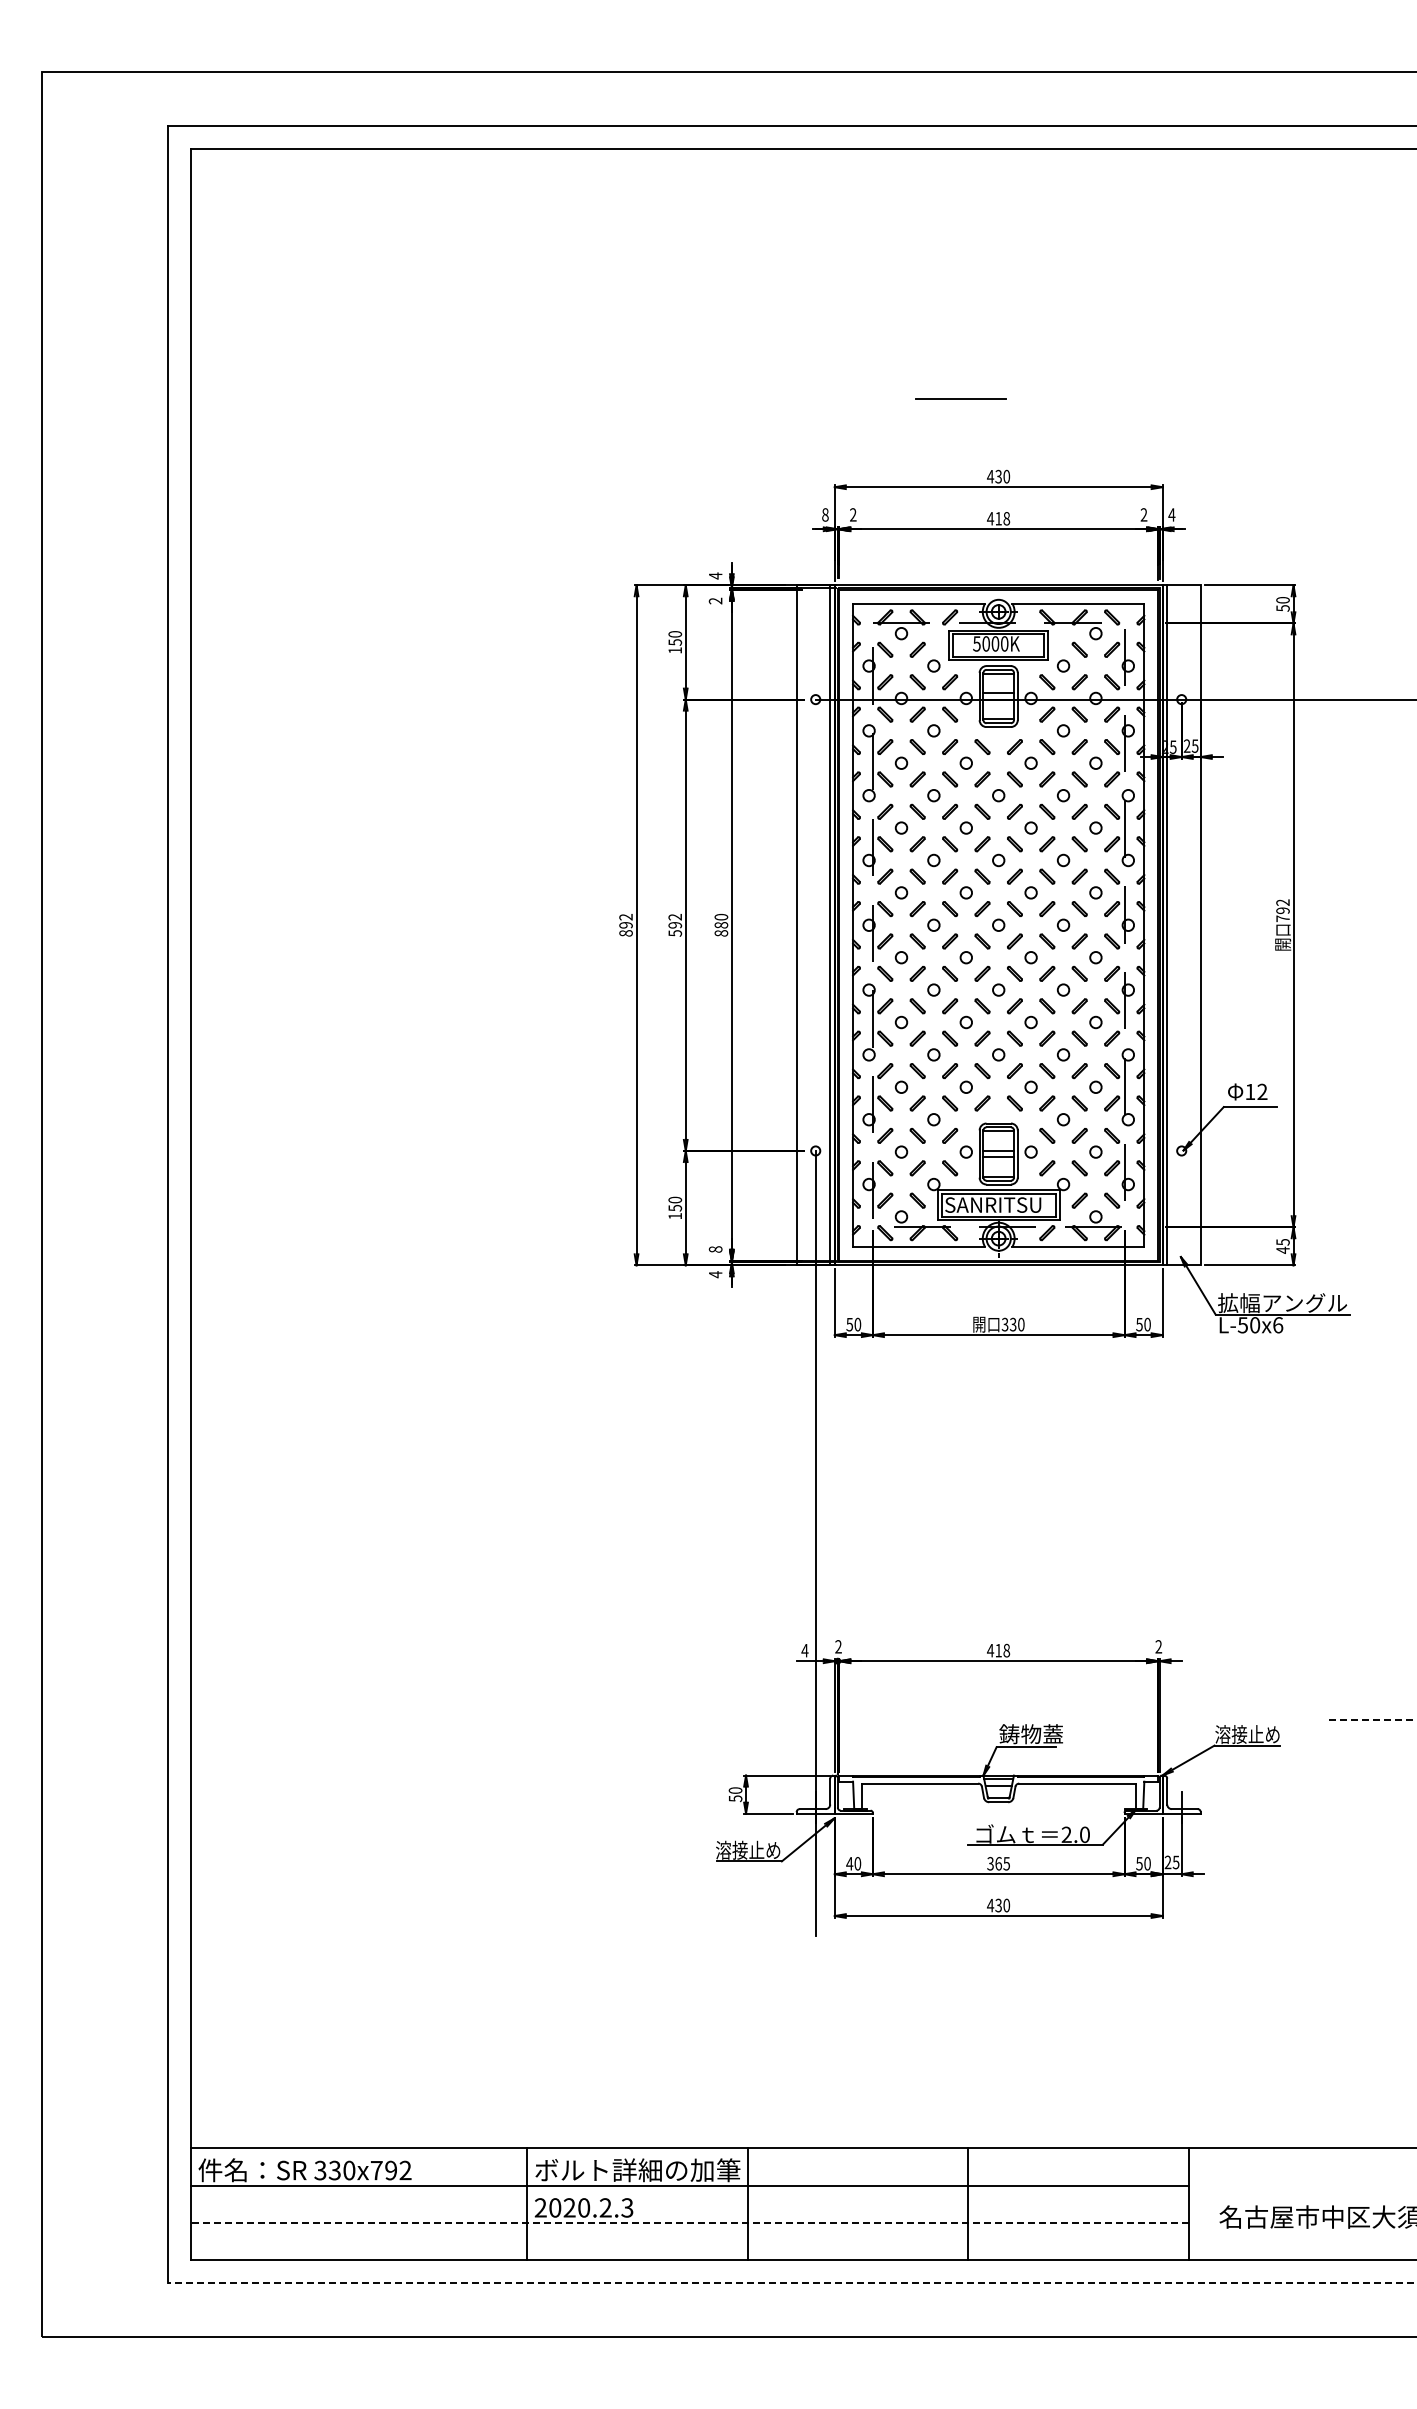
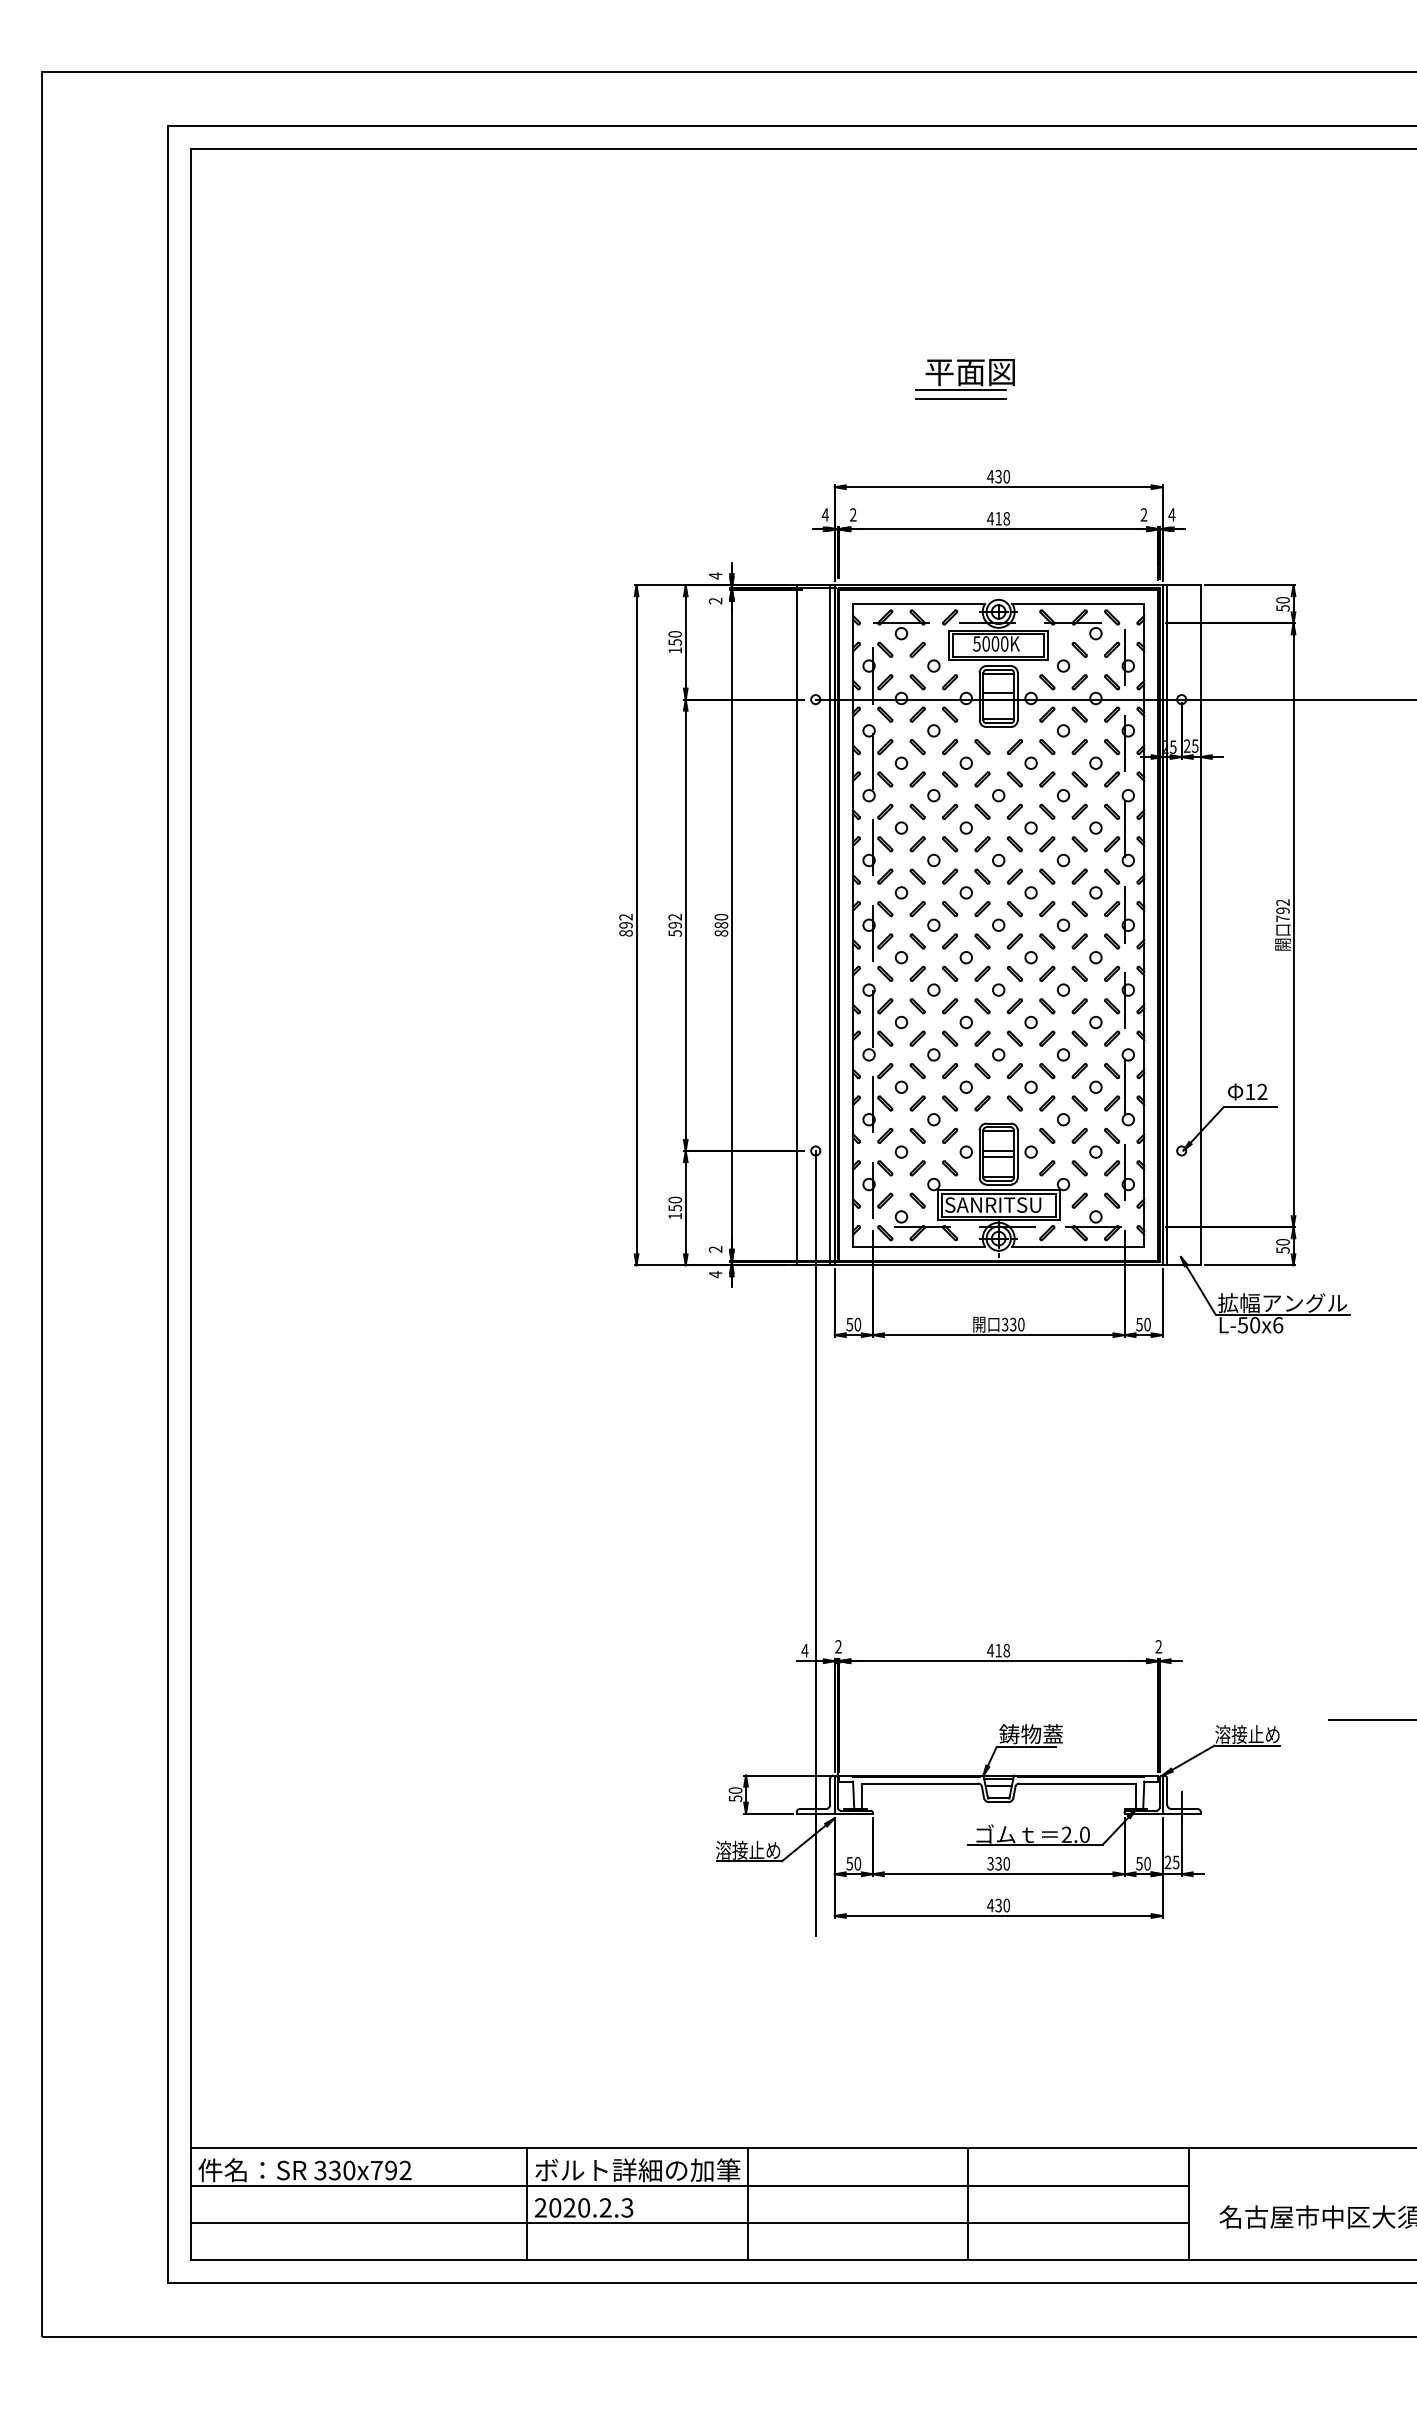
part at (964, 374): none -> present
text at (824, 514): 8 -> 4
text at (1282, 1246): 45 -> 50
text at (715, 1249): 8 -> 2
line at (1373, 1720): dashed -> solid
text at (849, 1863): 40 -> 50
text at (1002, 1863): 365 -> 330
line at (689, 2222): dashed -> solid
line at (791, 2283): dashed -> solid
